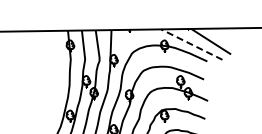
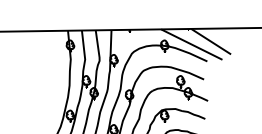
line at (191, 44): dashed -> solid
